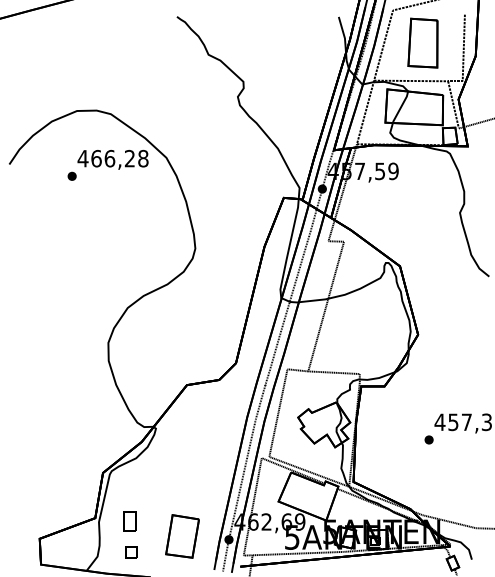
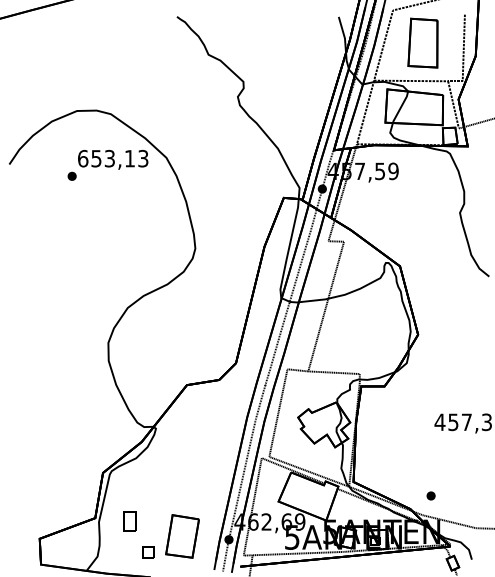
text at (112, 158): 466,28 -> 653,13
part at (428, 439) position: (428, 439) -> (430, 495)
part at (131, 552) position: (131, 552) -> (148, 552)
